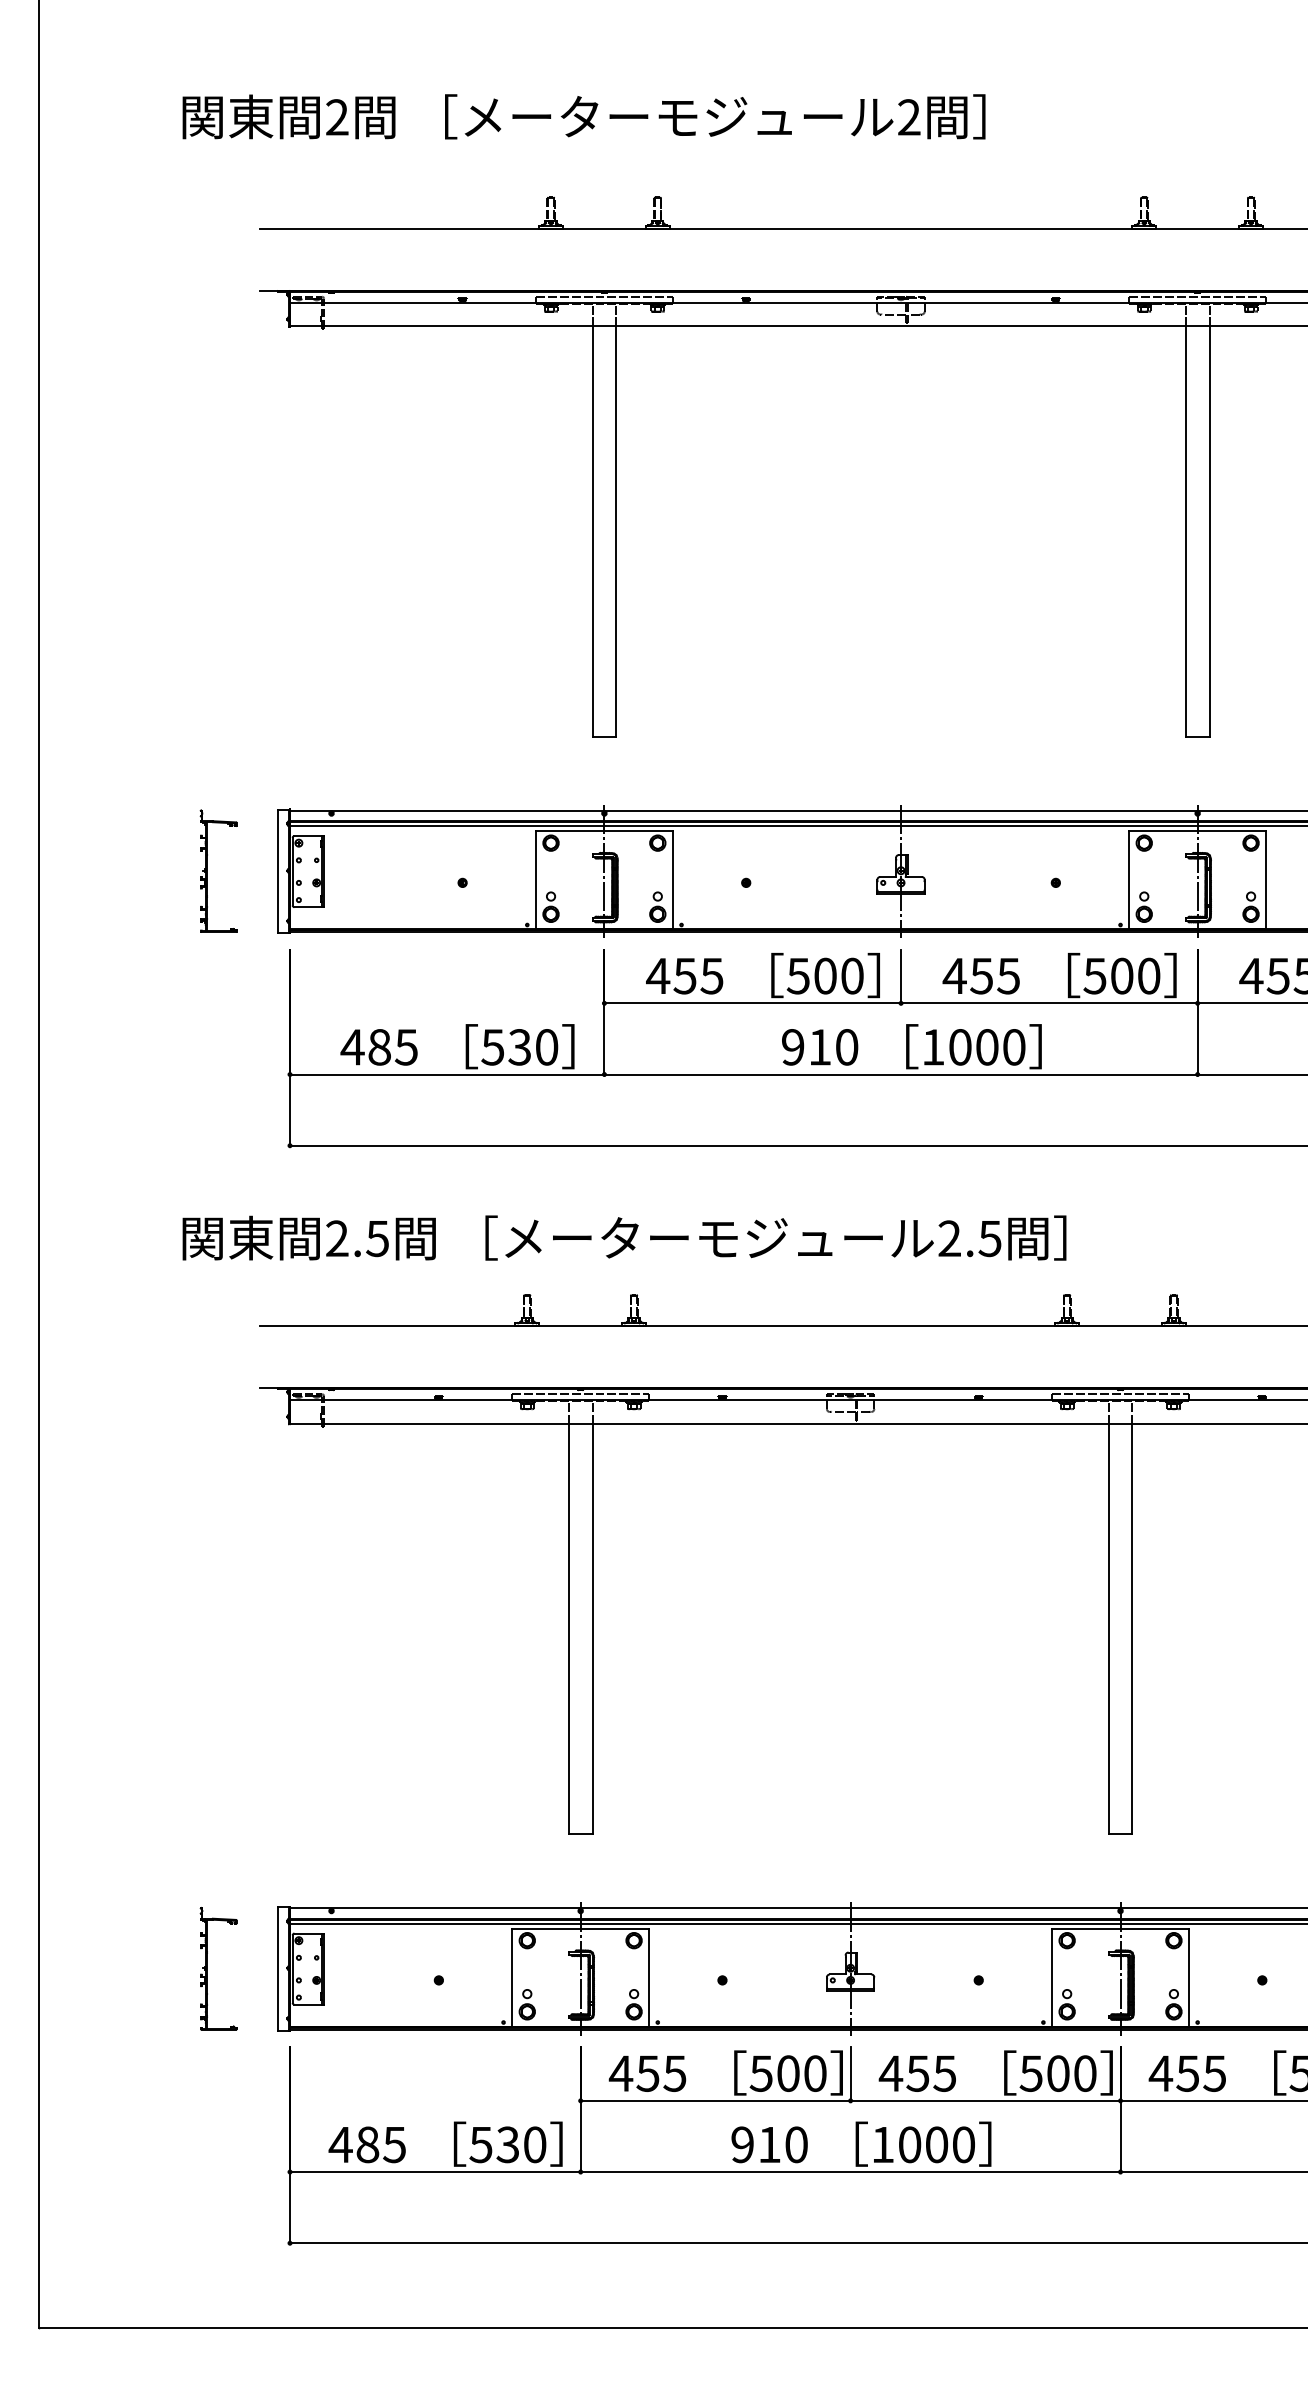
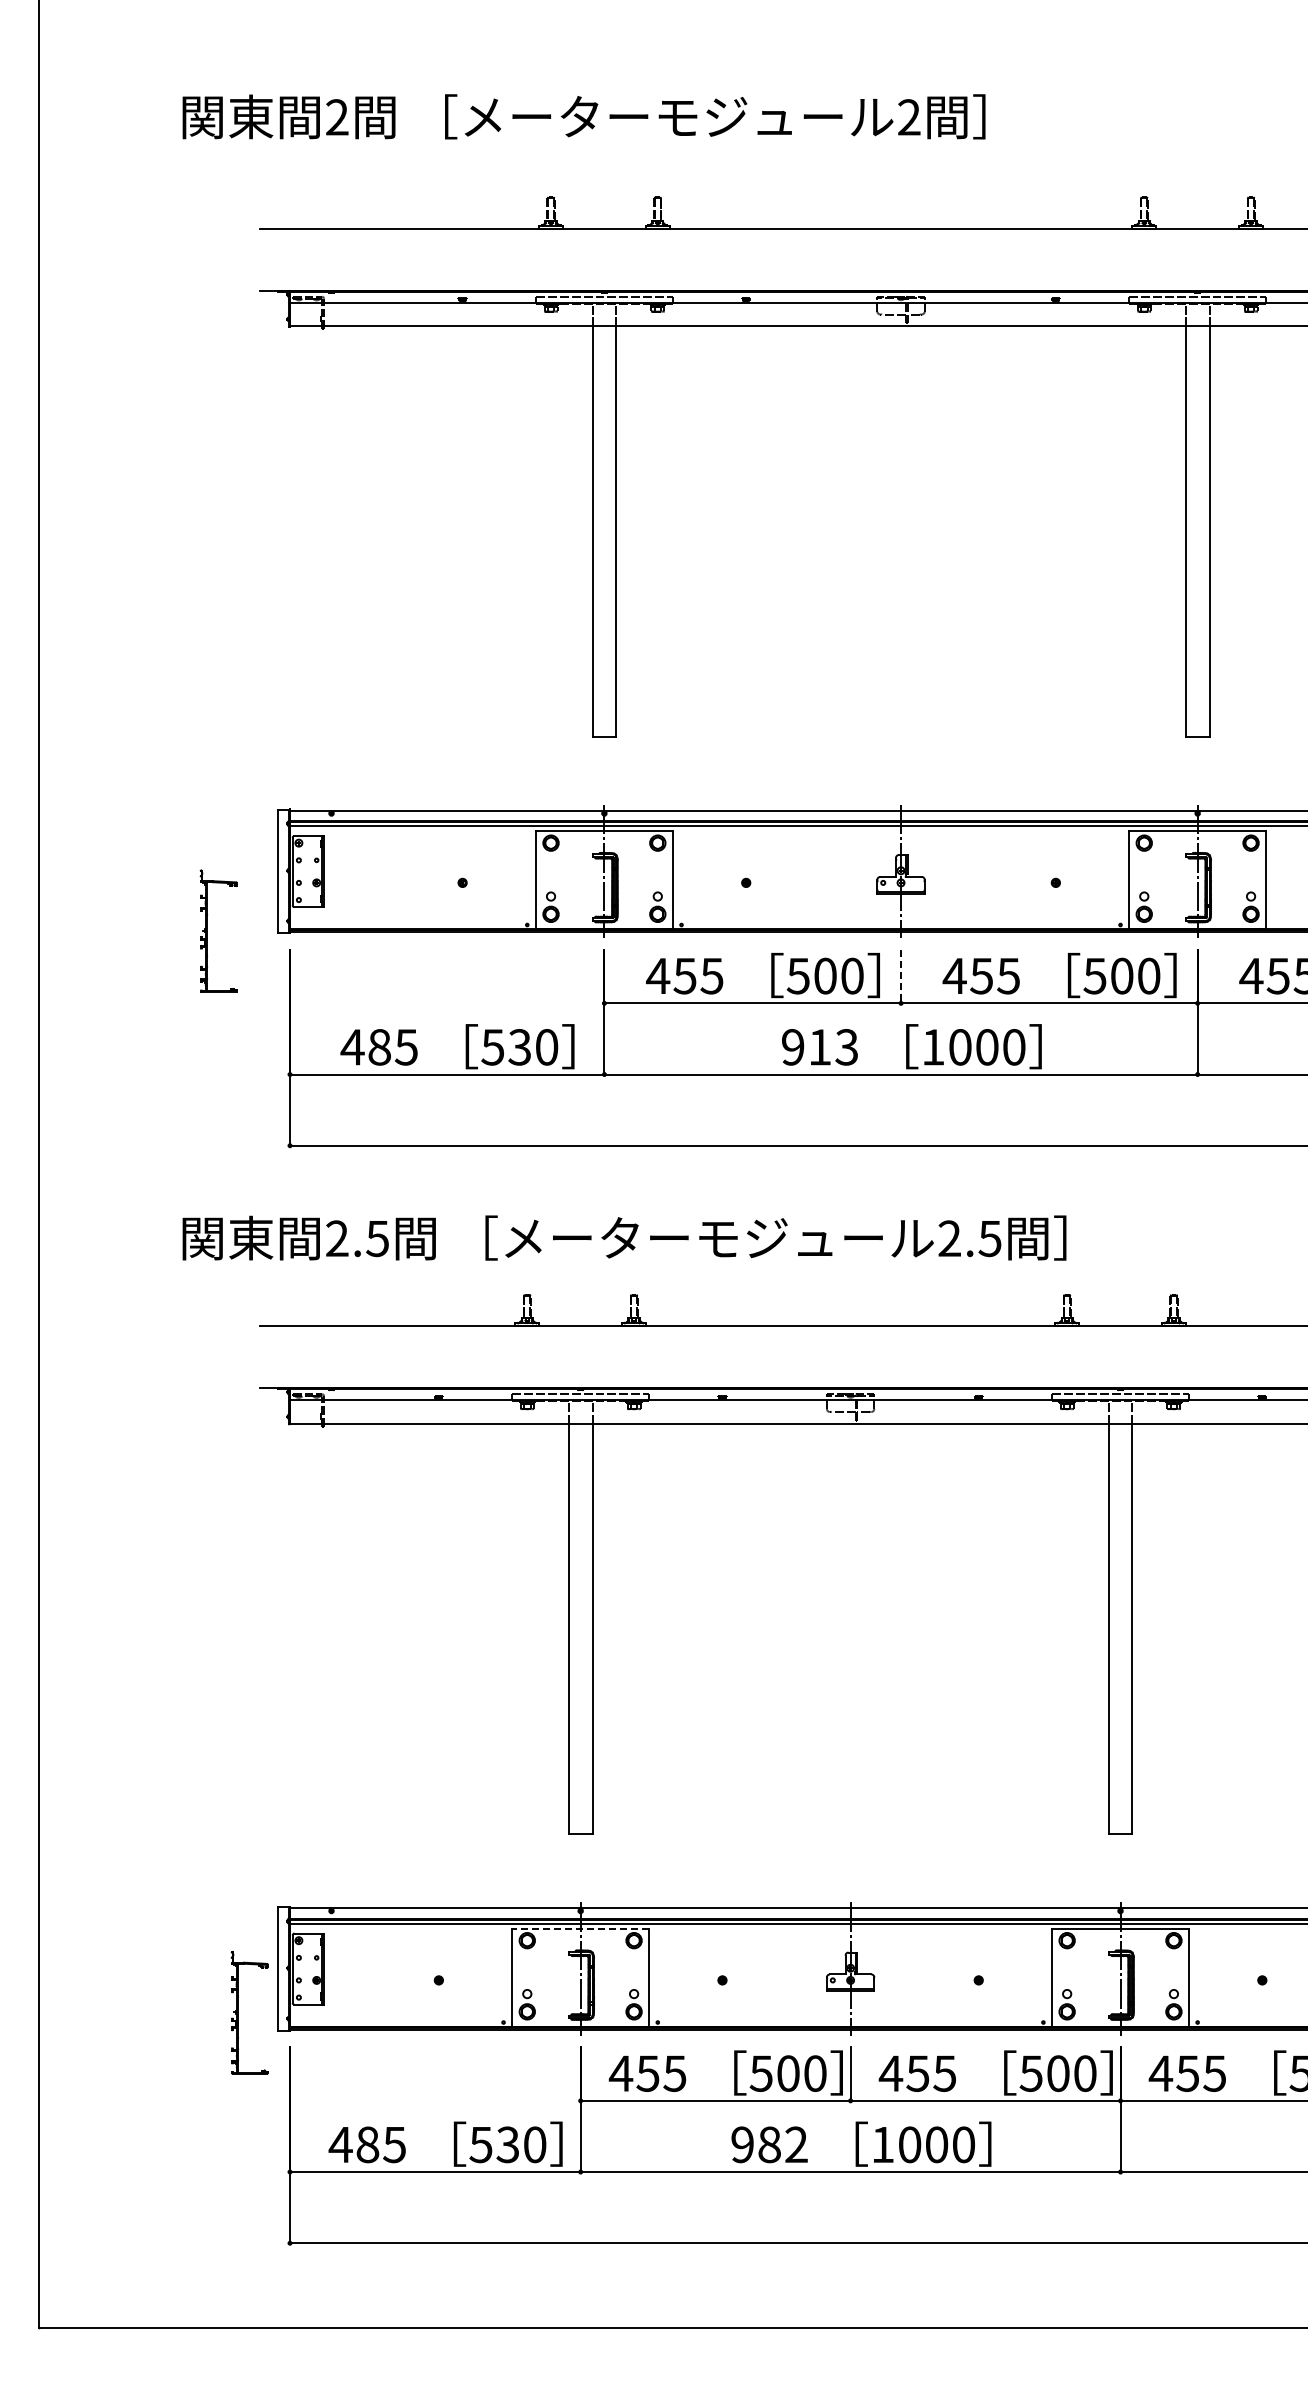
part at (207, 870) position: (207, 870) -> (207, 930)
line at (901, 976): solid -> dashed
text at (846, 1047): 910 -> 913
line at (580, 1928): solid -> dashed
part at (207, 1968) position: (207, 1968) -> (238, 2012)
text at (782, 2144): 910 -> 982
